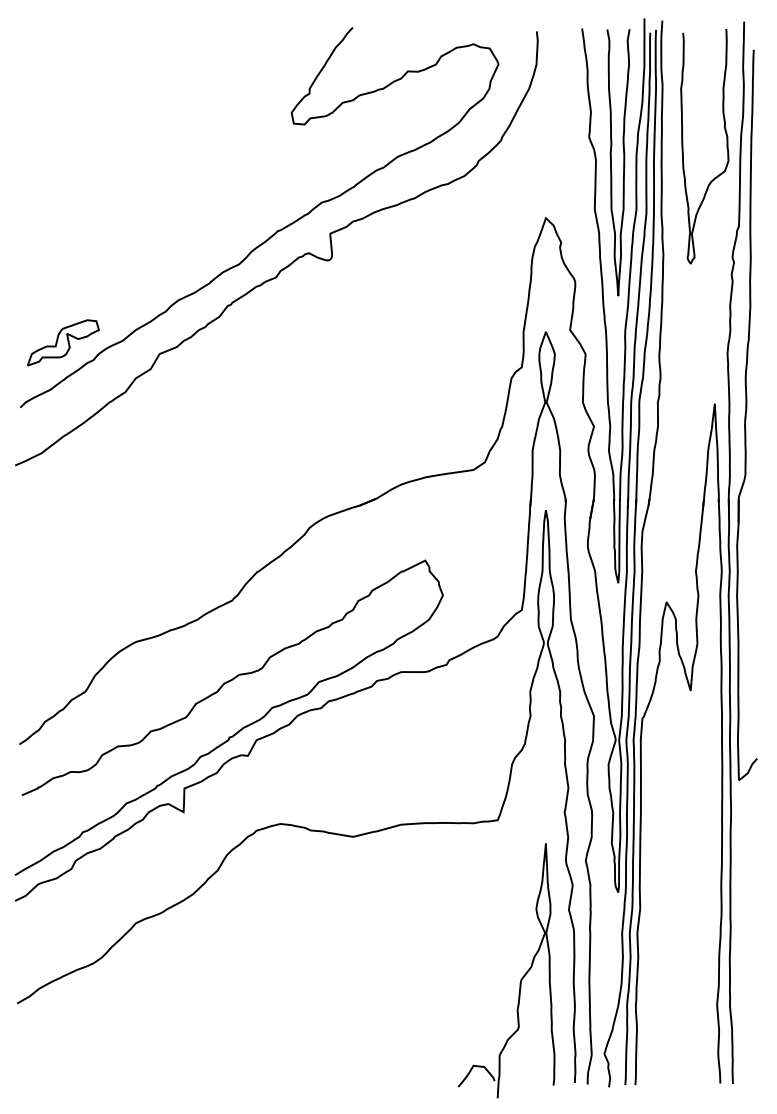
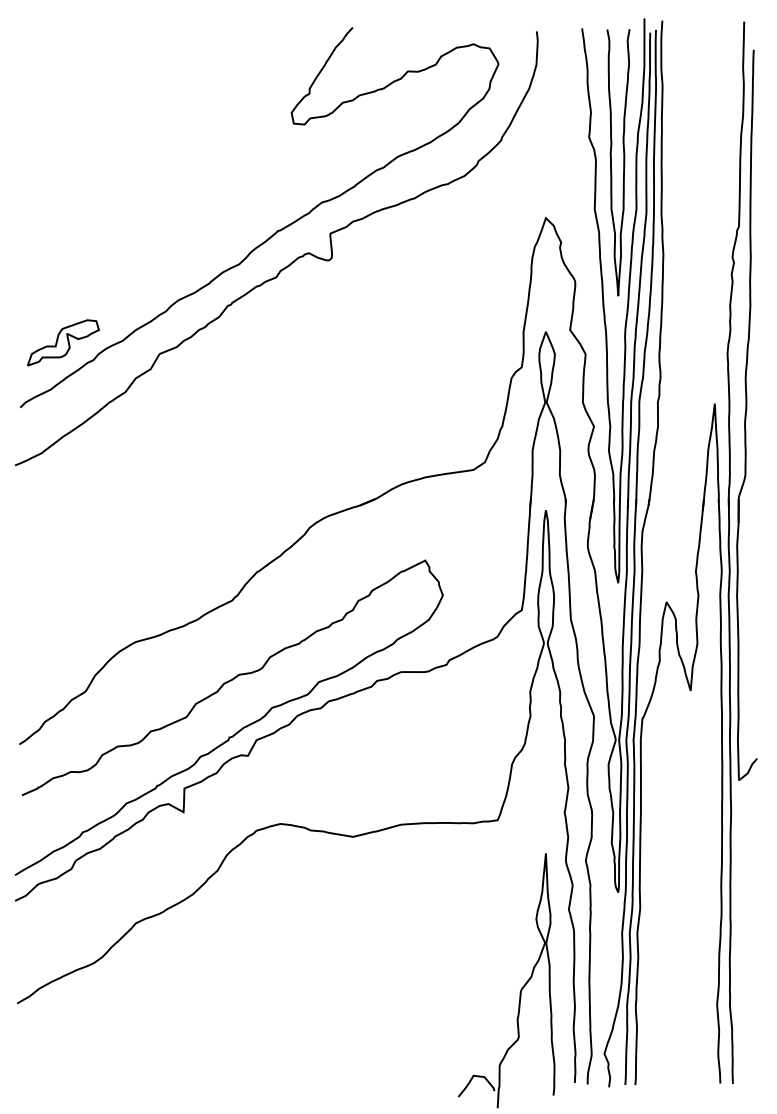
curve at (683, 146): present -> none
part at (520, 979) position: (520, 979) -> (520, 989)
